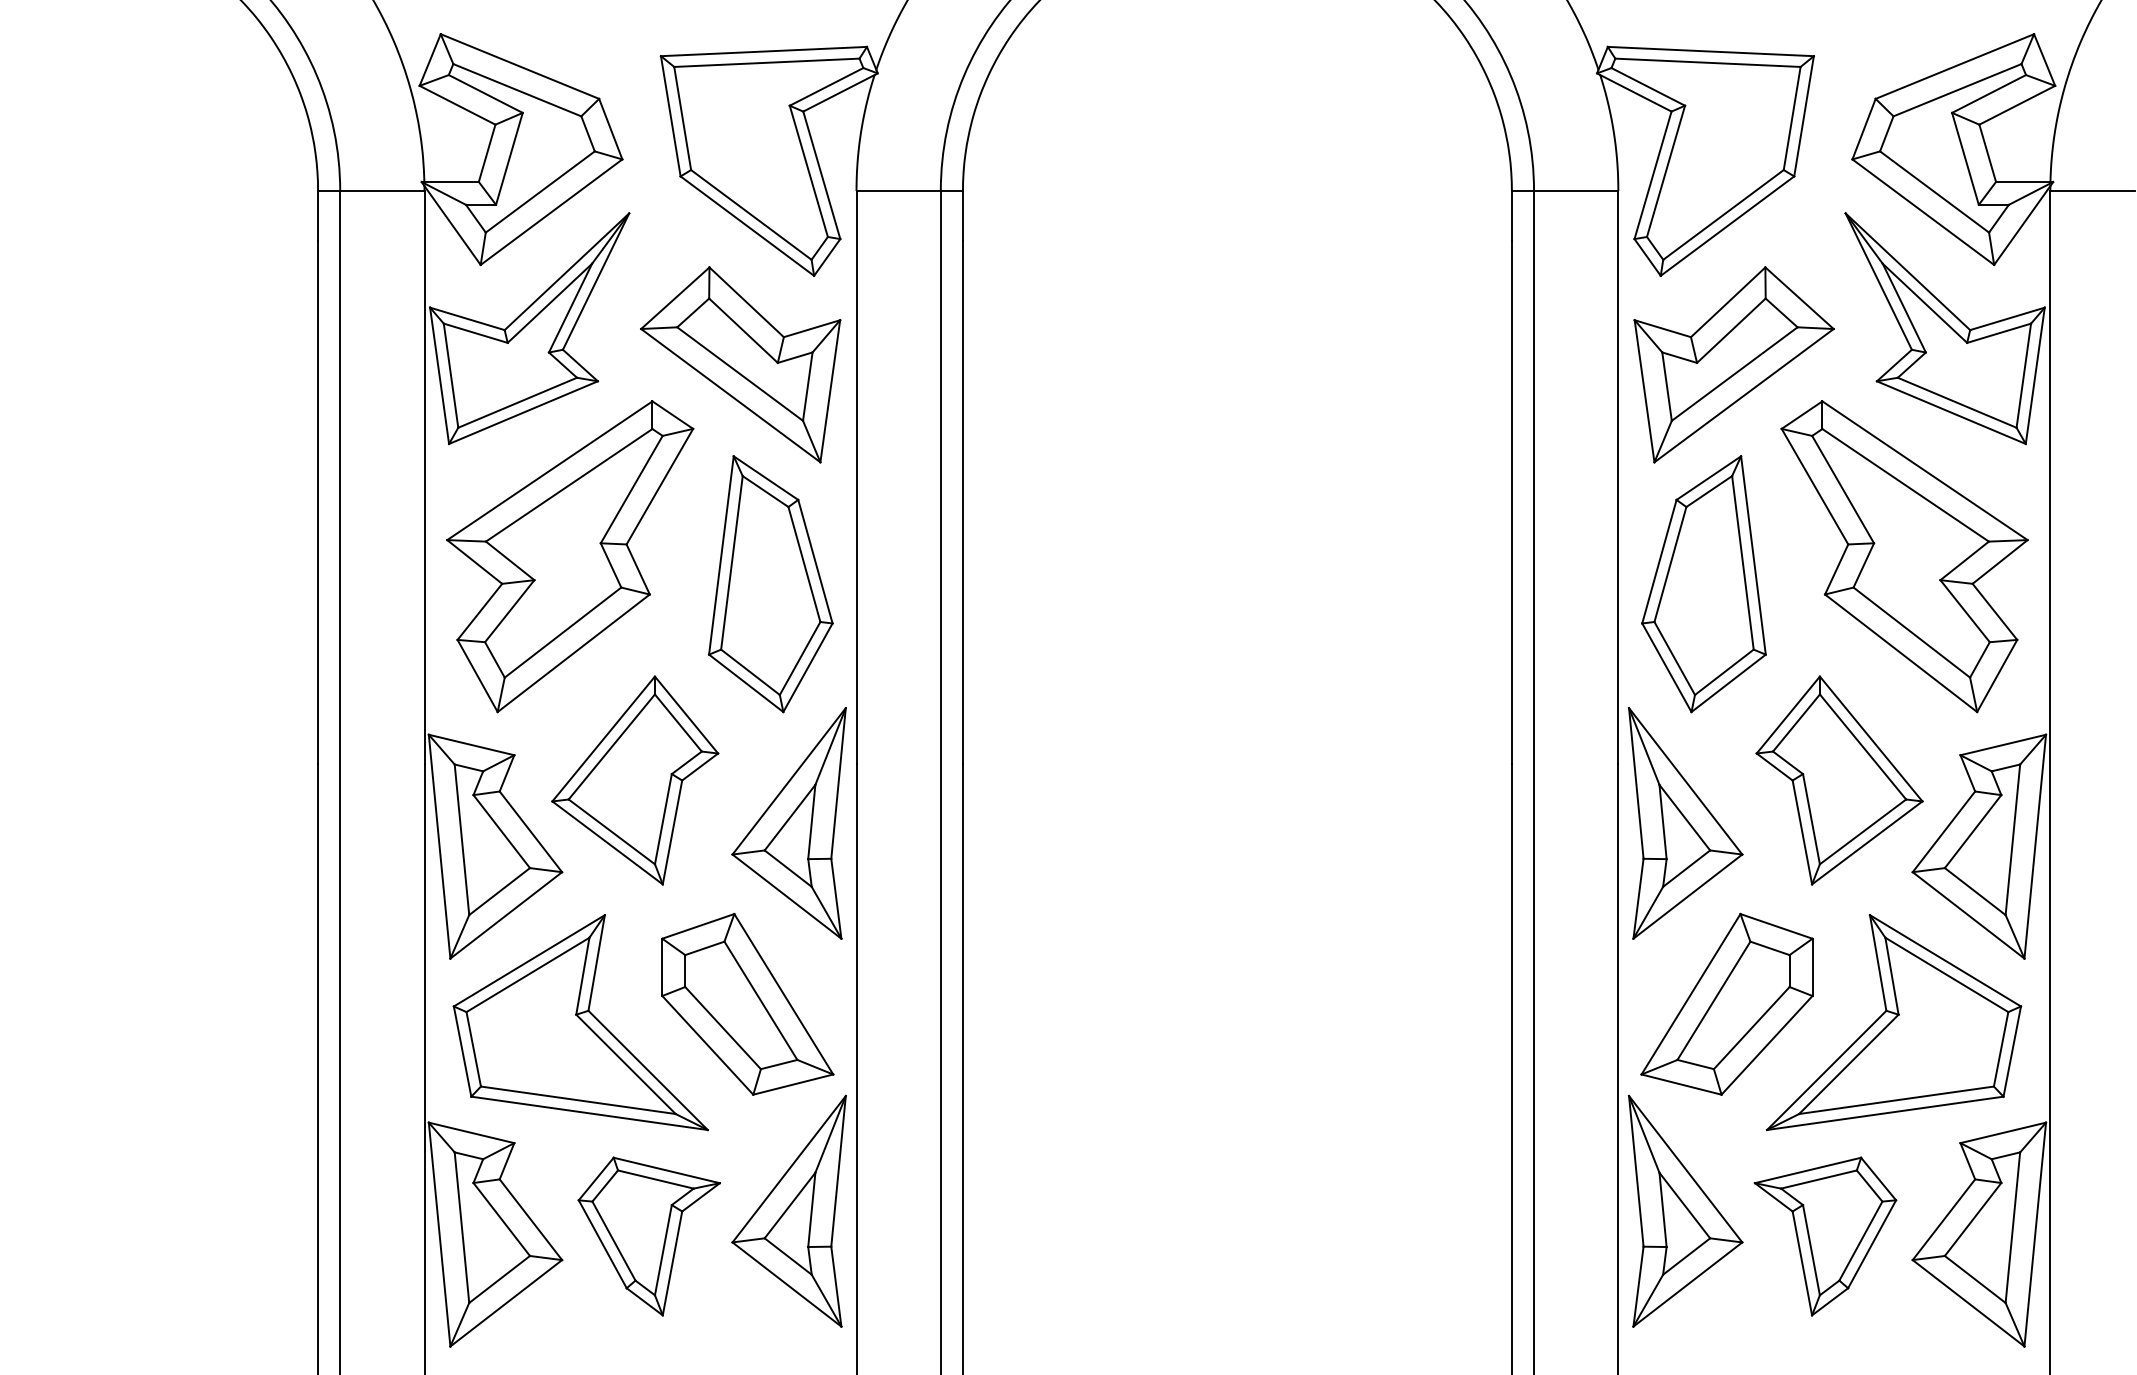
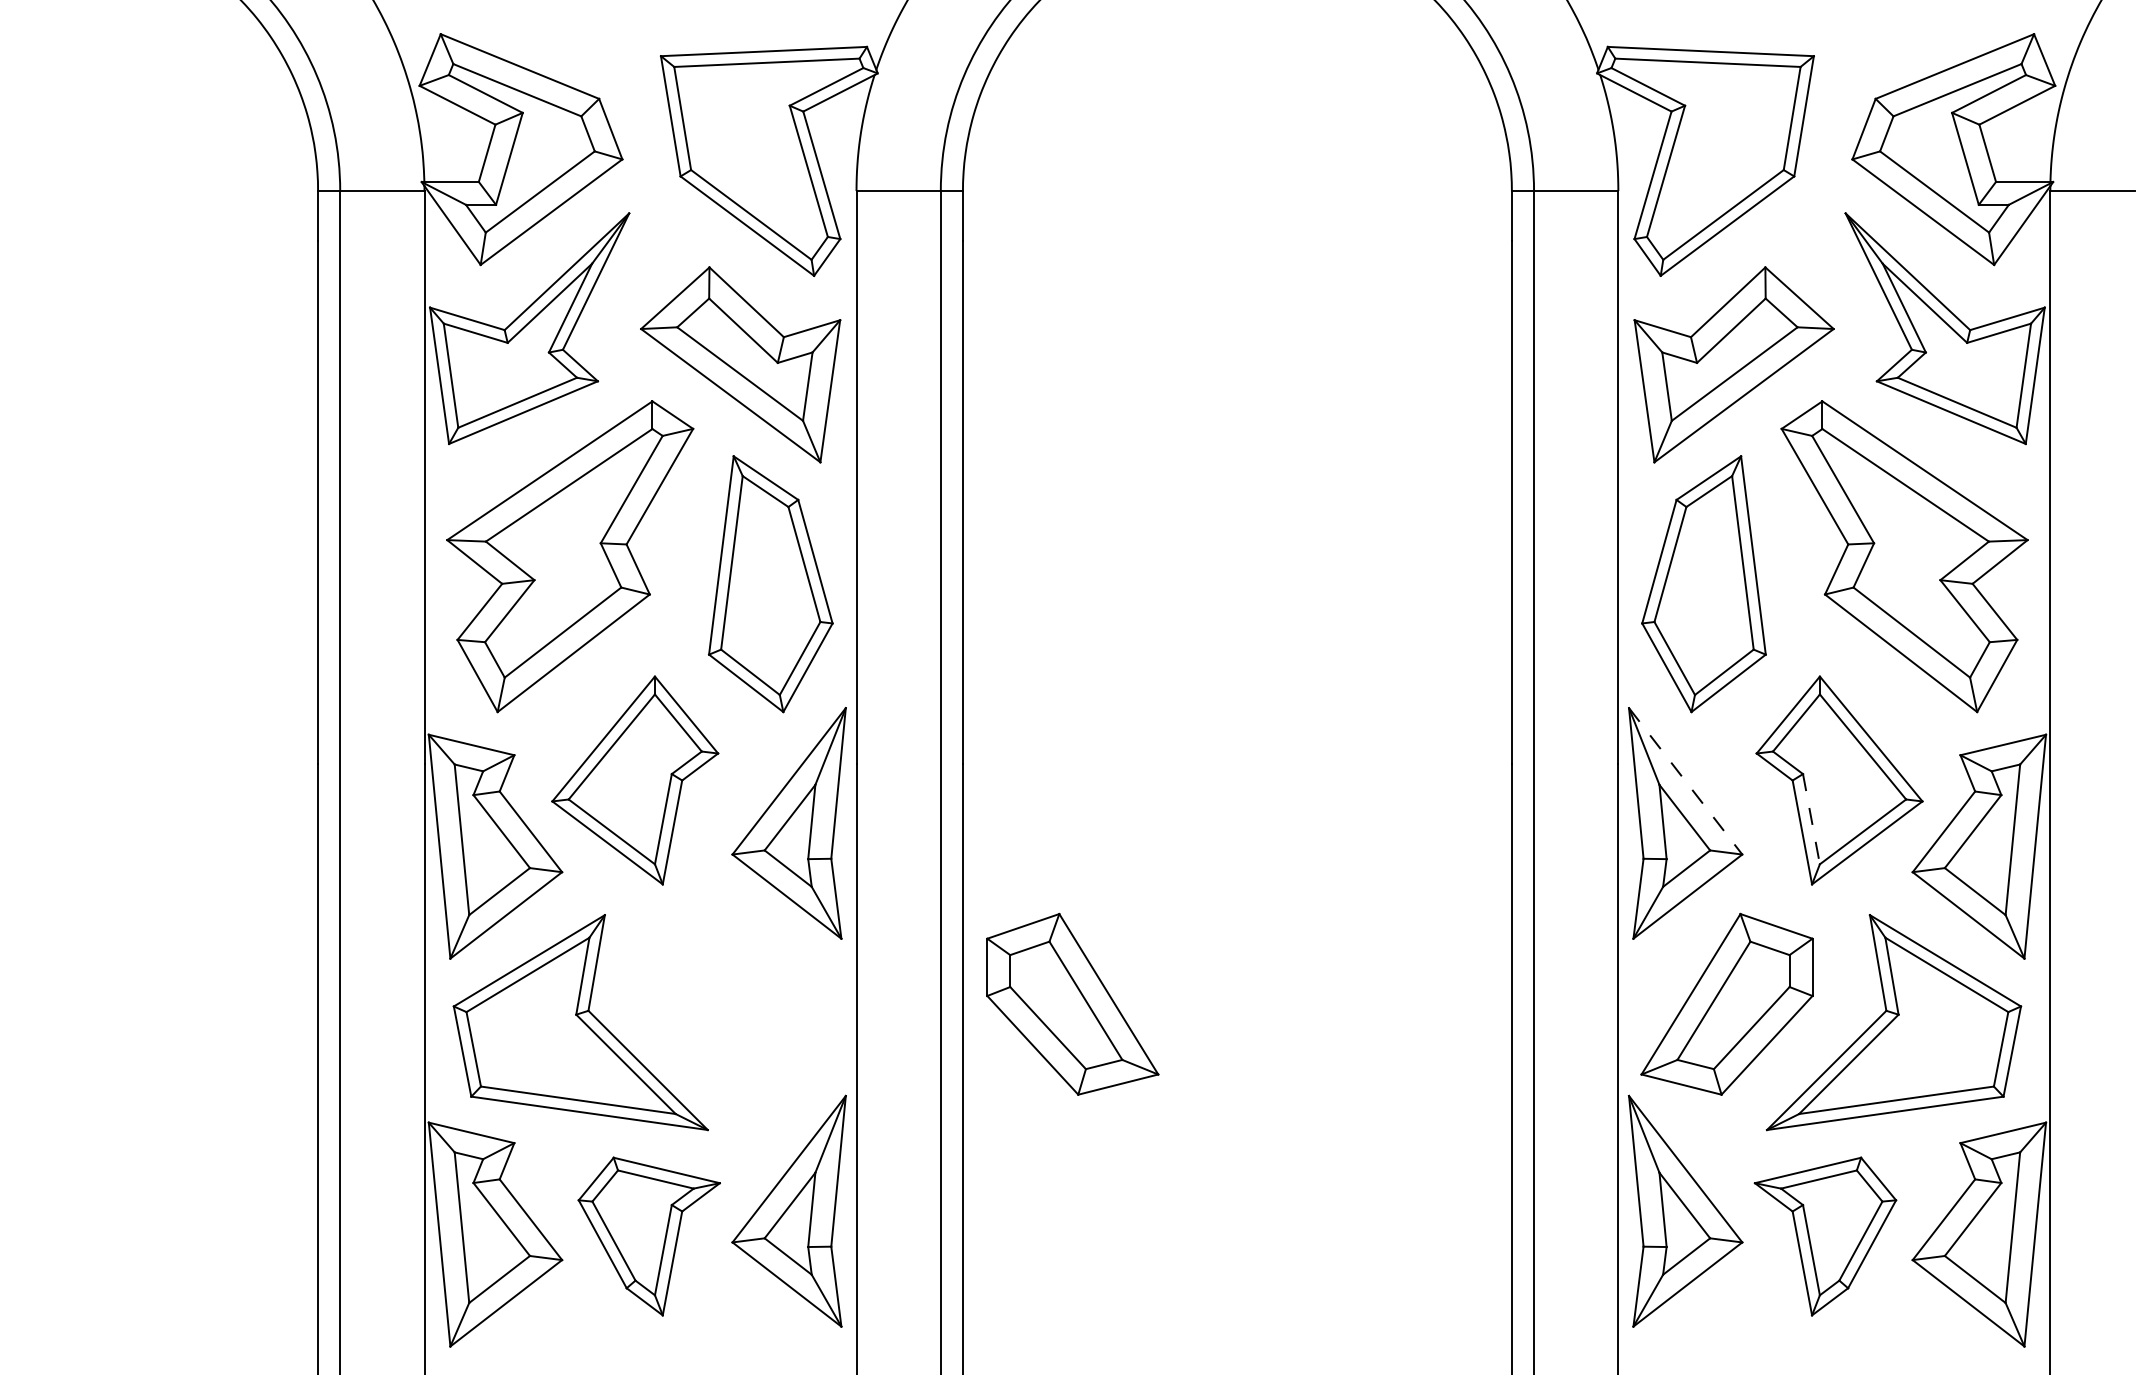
line at (1685, 781): solid -> dashed
line at (1811, 819): solid -> dashed
part at (747, 1003) position: (747, 1003) -> (1072, 1003)
